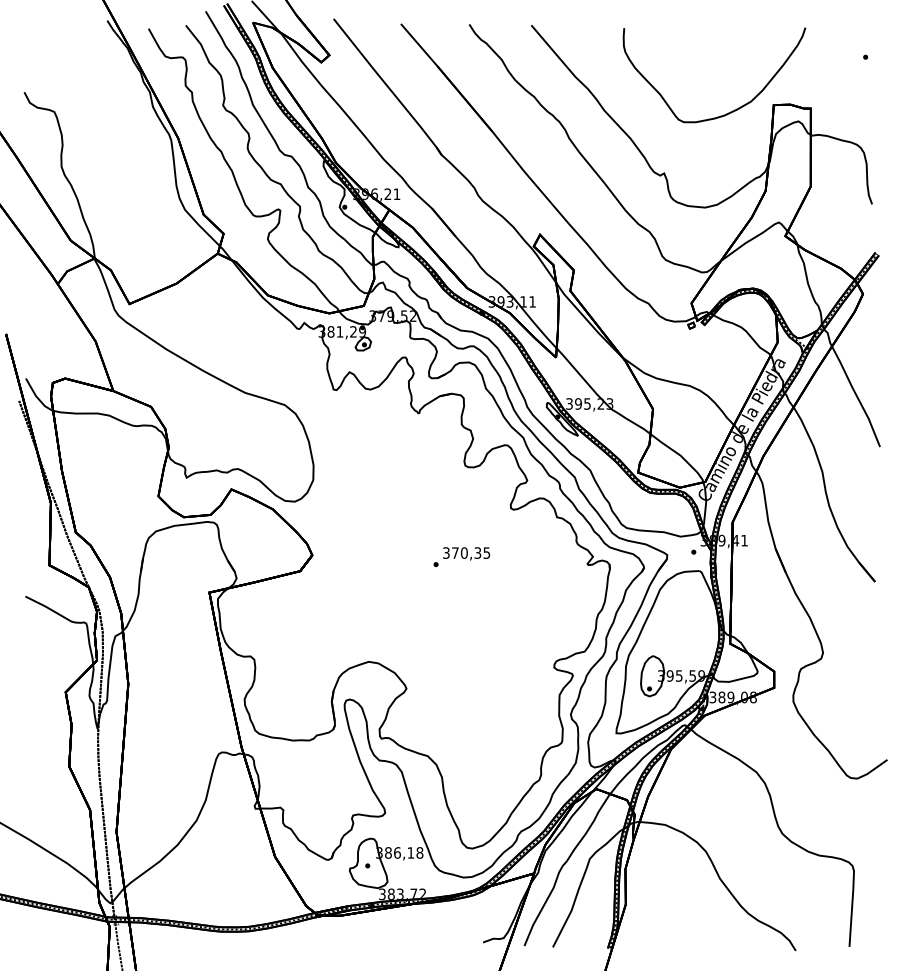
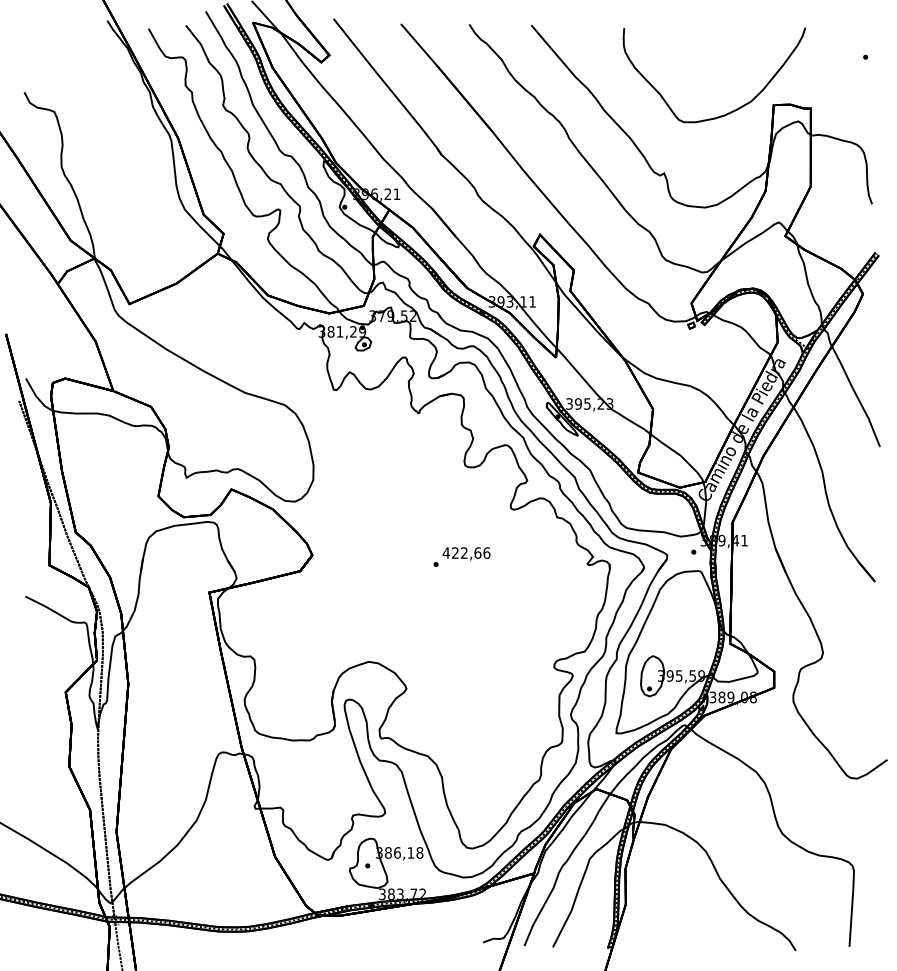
text at (466, 552): 370,35 -> 422,66
